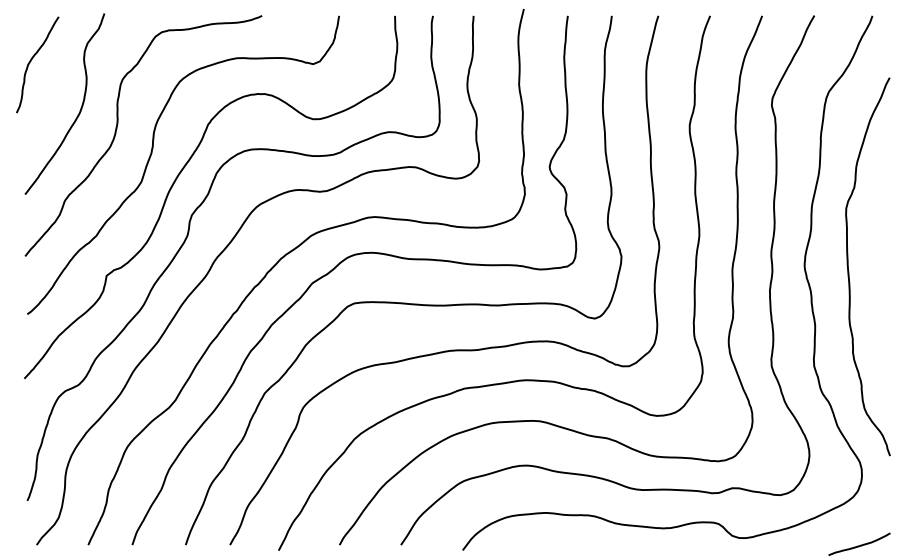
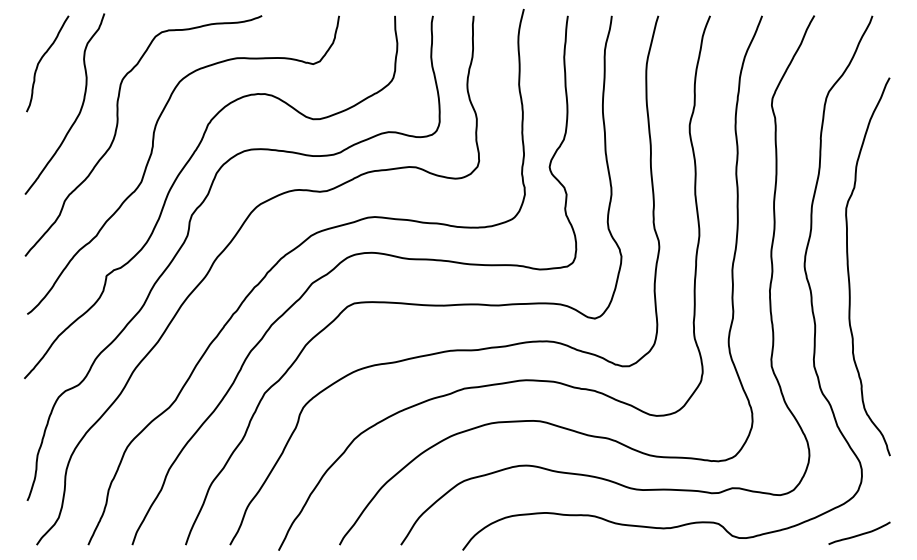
curve at (31, 61) position: (31, 61) -> (41, 60)
curve at (860, 544) position: (860, 544) -> (860, 533)
